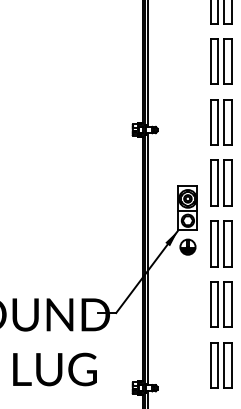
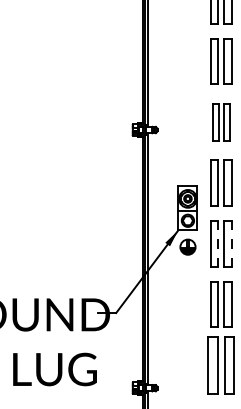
part at (221, 122) size: 23x47 px -> 19x39 px
line at (218, 243): solid -> dashed
line at (231, 243): solid -> dashed
part at (221, 365) size: 23x47 px -> 28x59 px
